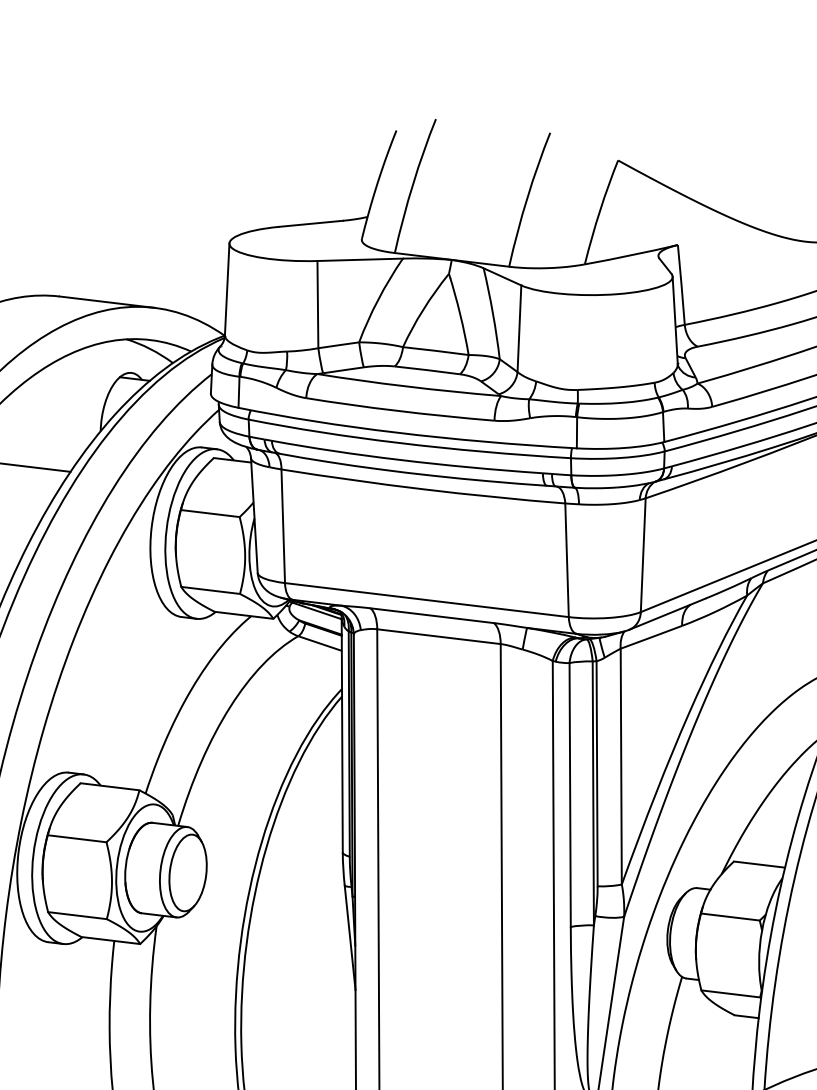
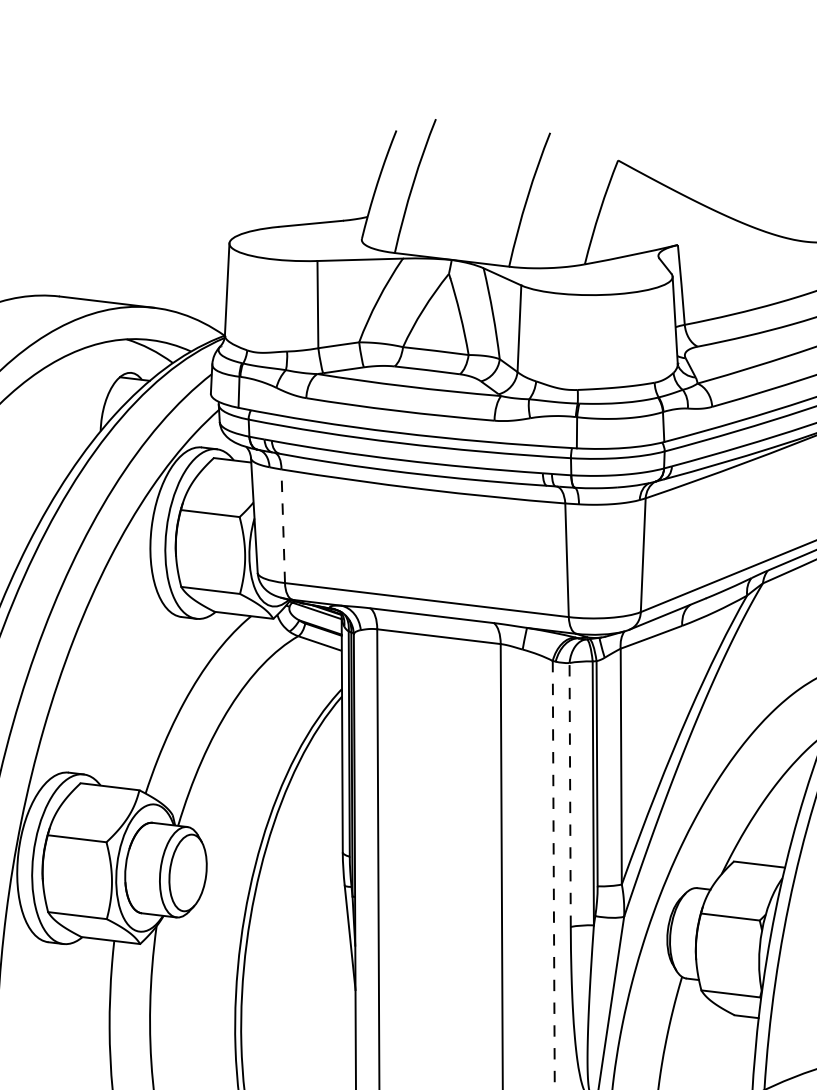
line at (36, 467): present -> none
line at (283, 526): solid -> dashed
line at (570, 795): solid -> dashed
line at (553, 875): solid -> dashed
